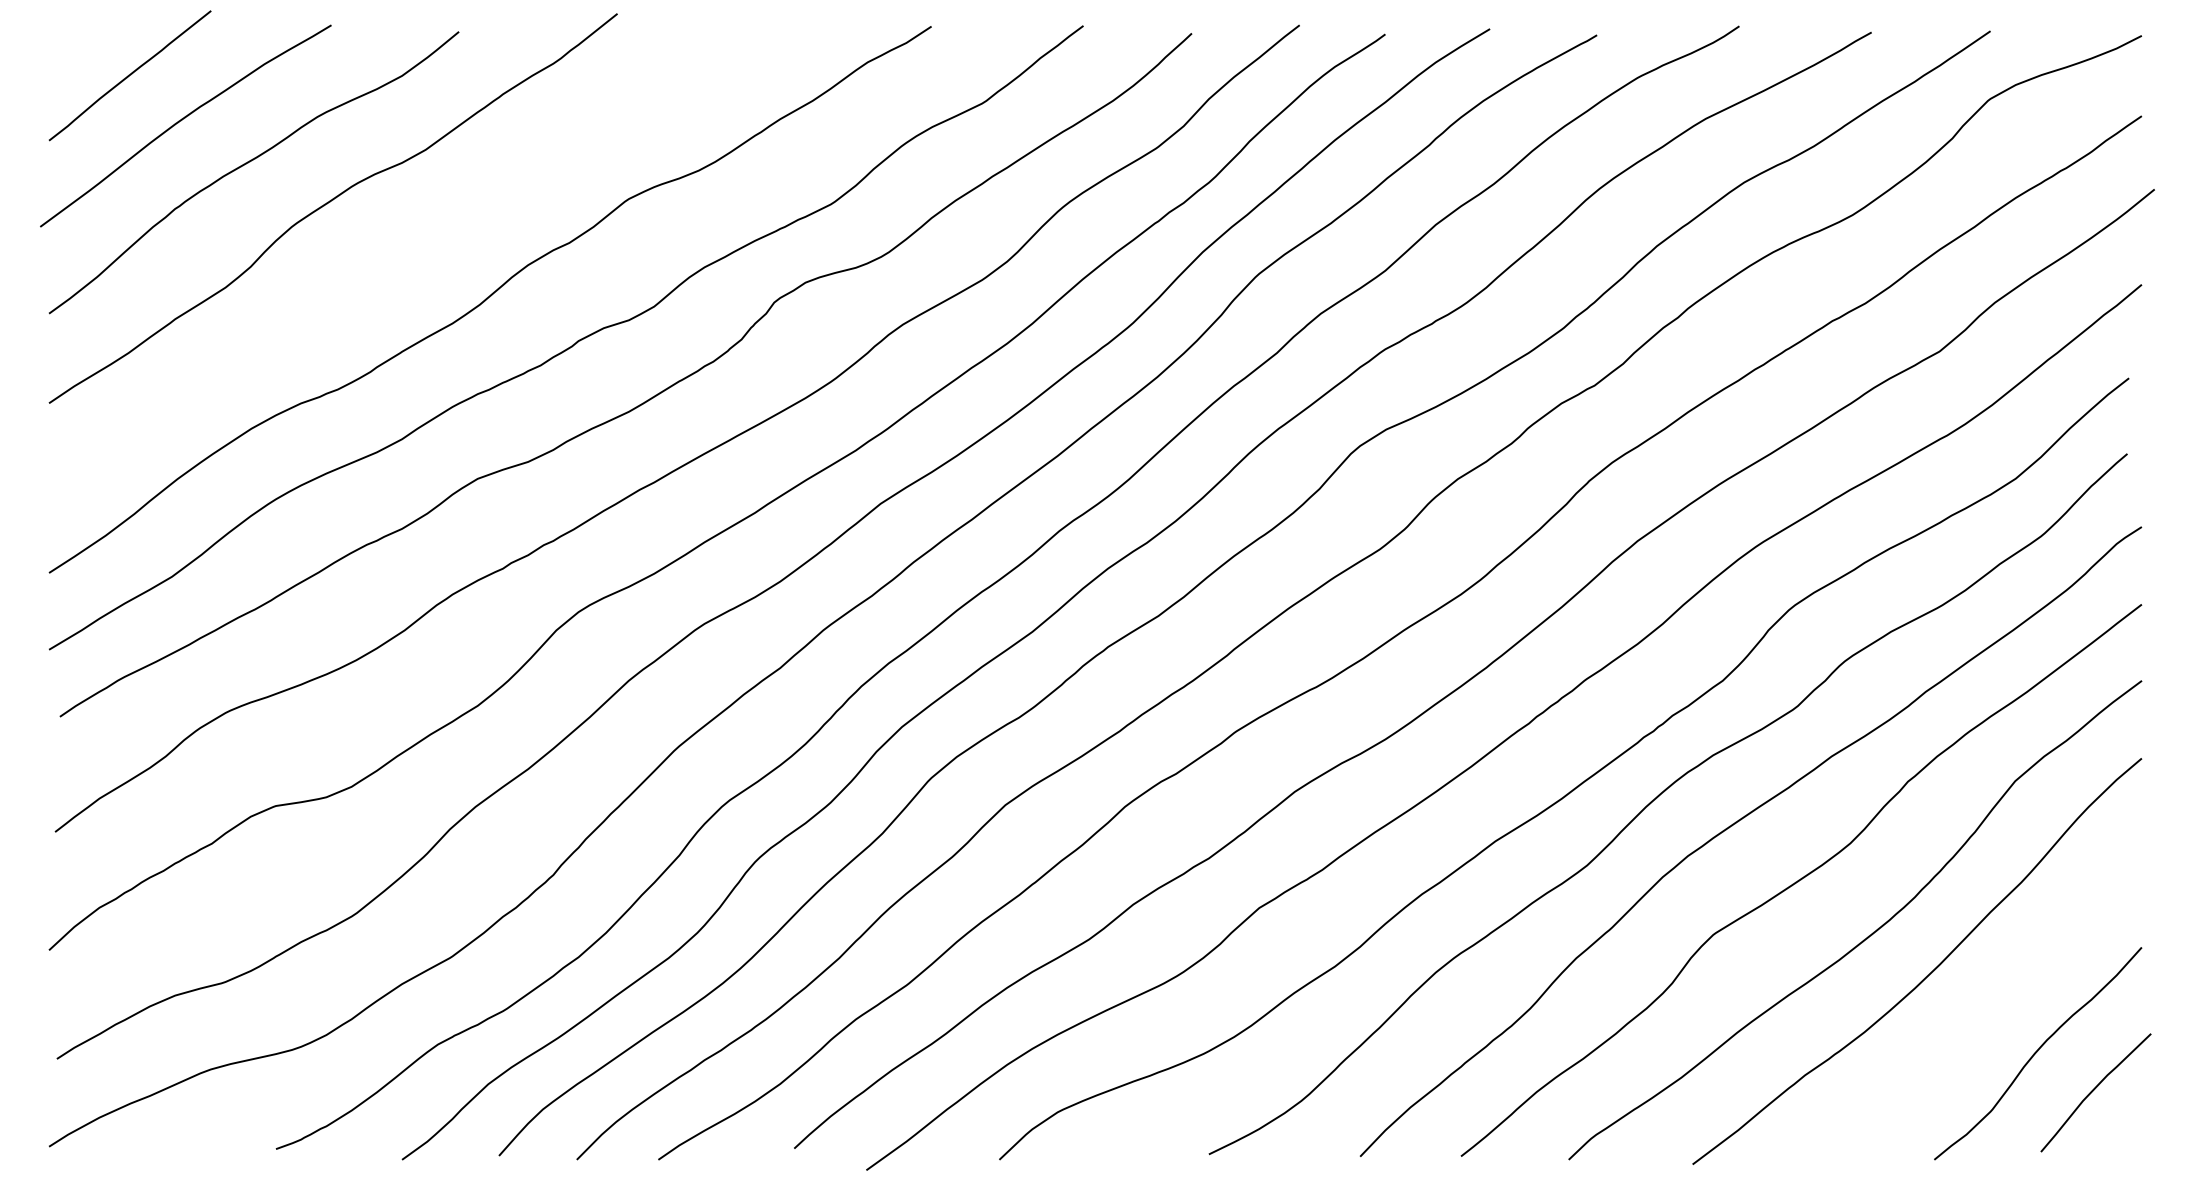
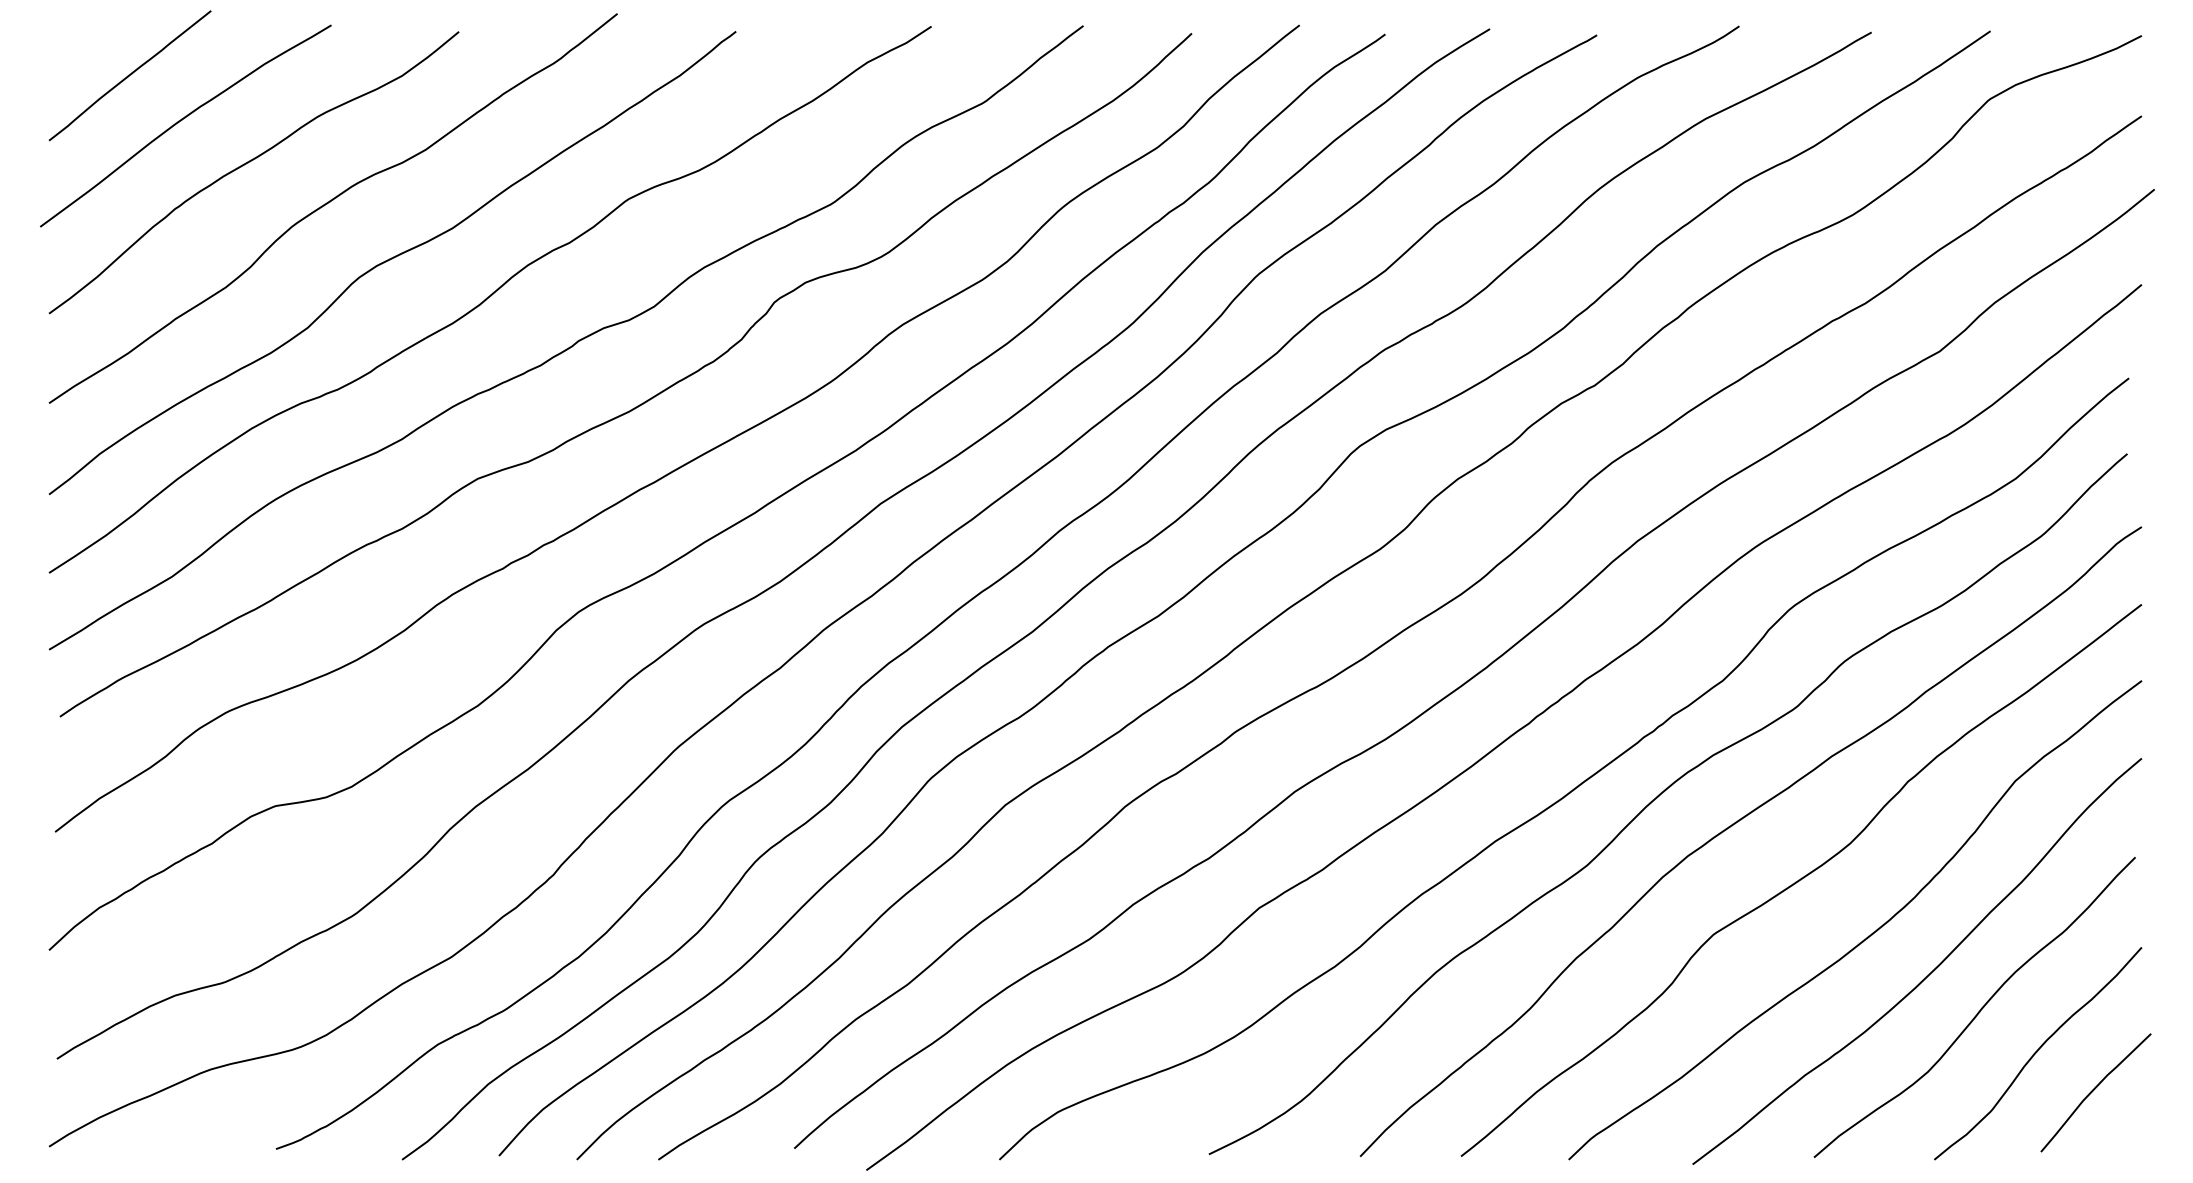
curve at (390, 260): none -> present
curve at (1978, 1011): none -> present
